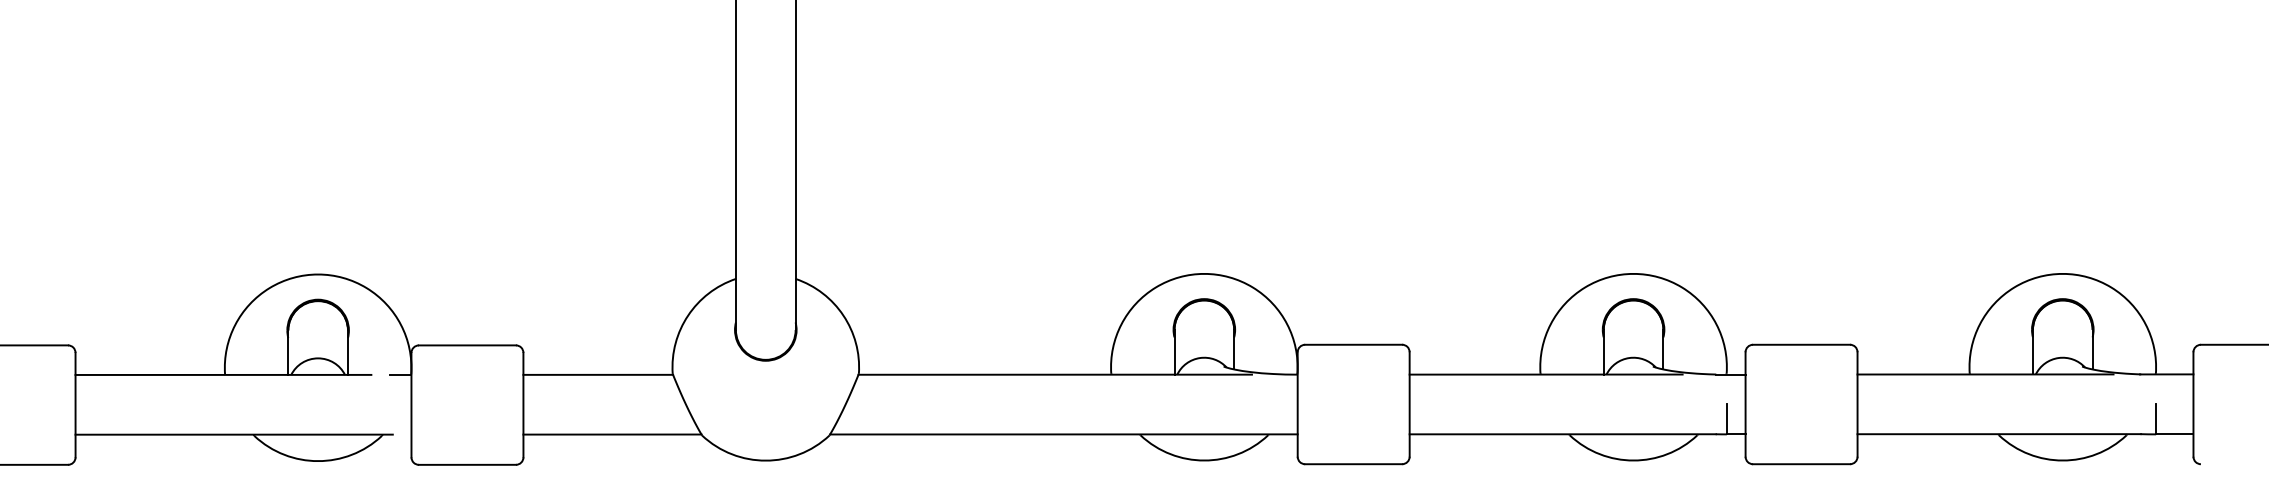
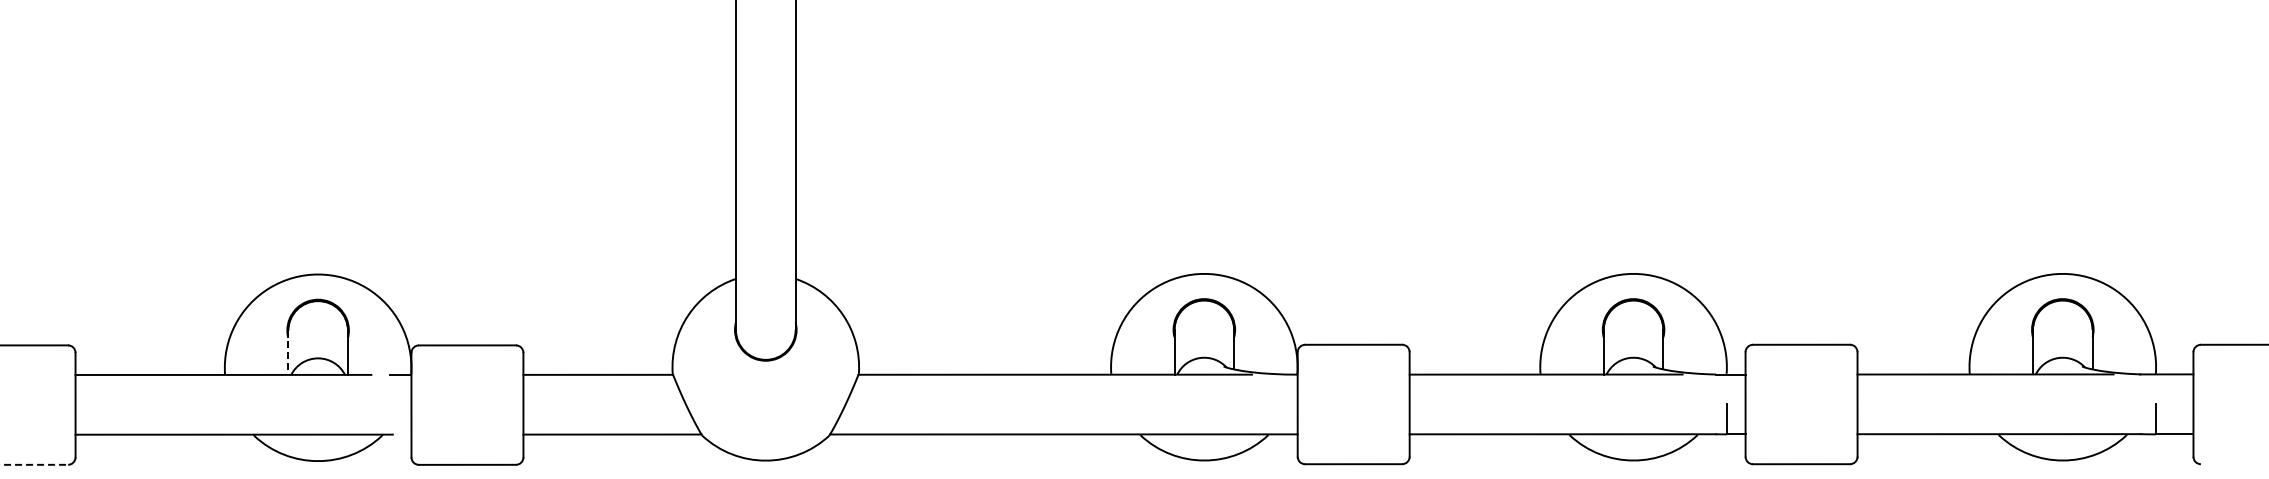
line at (288, 353): solid -> dashed
line at (34, 464): solid -> dashed
